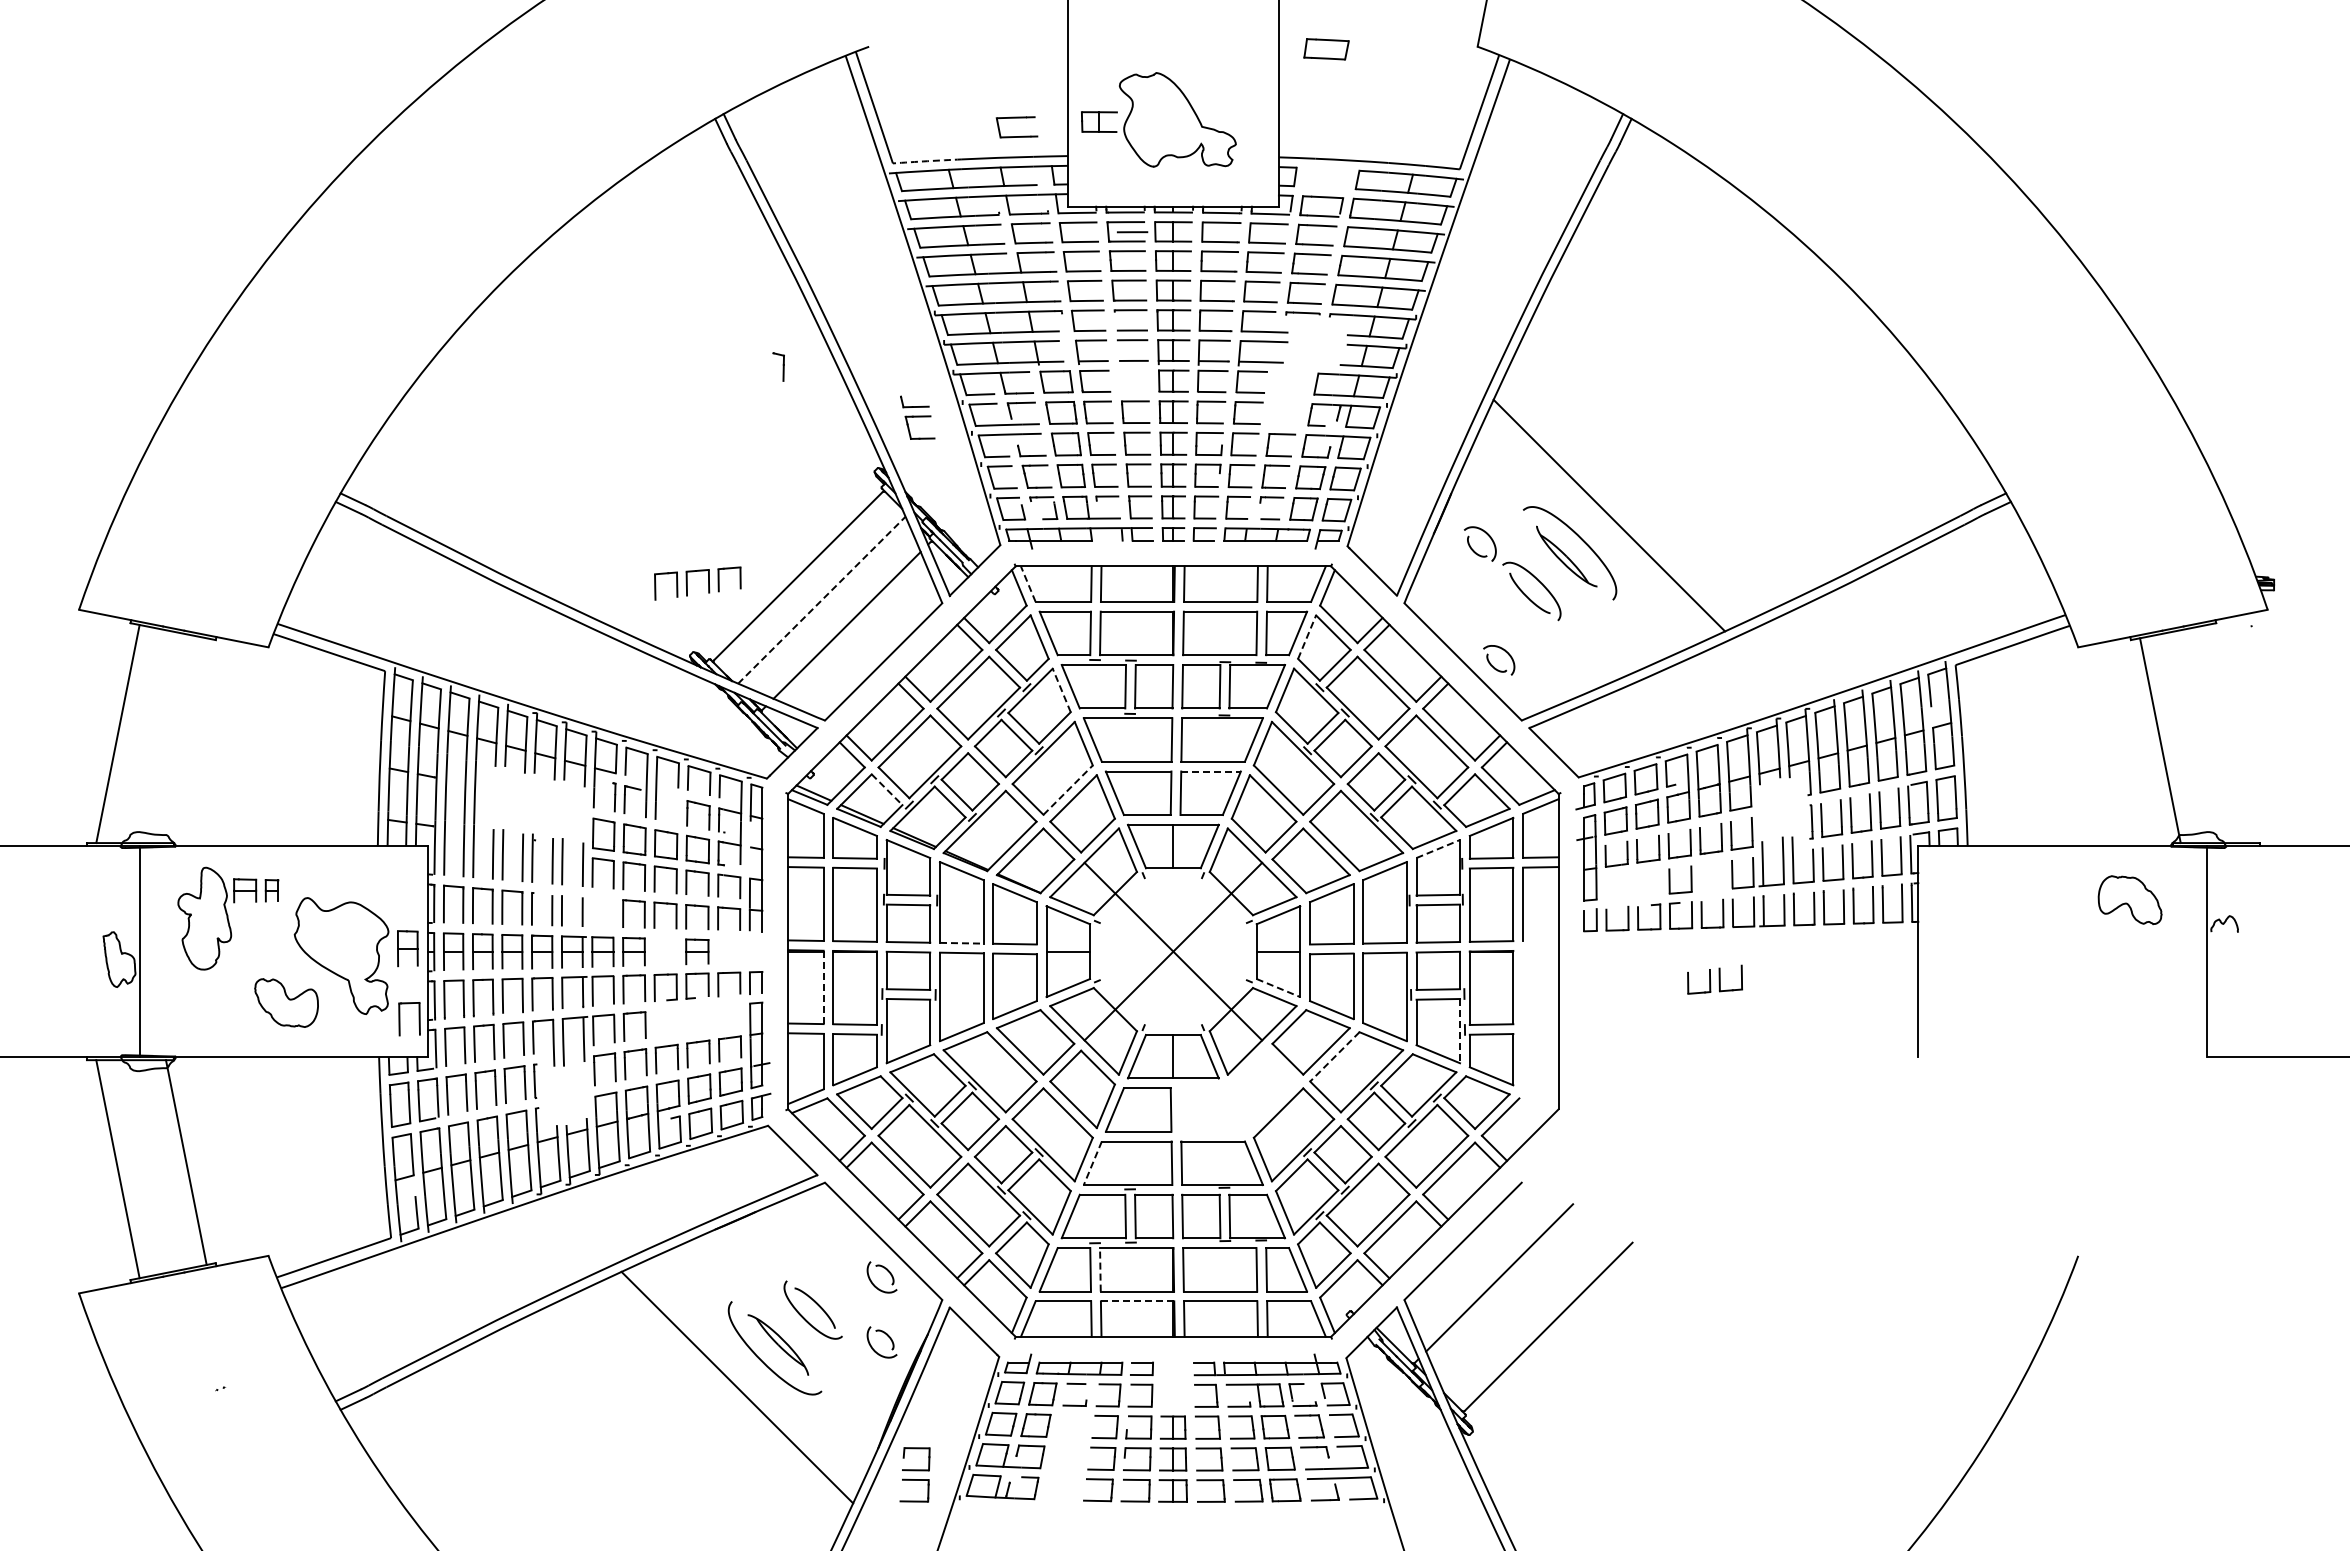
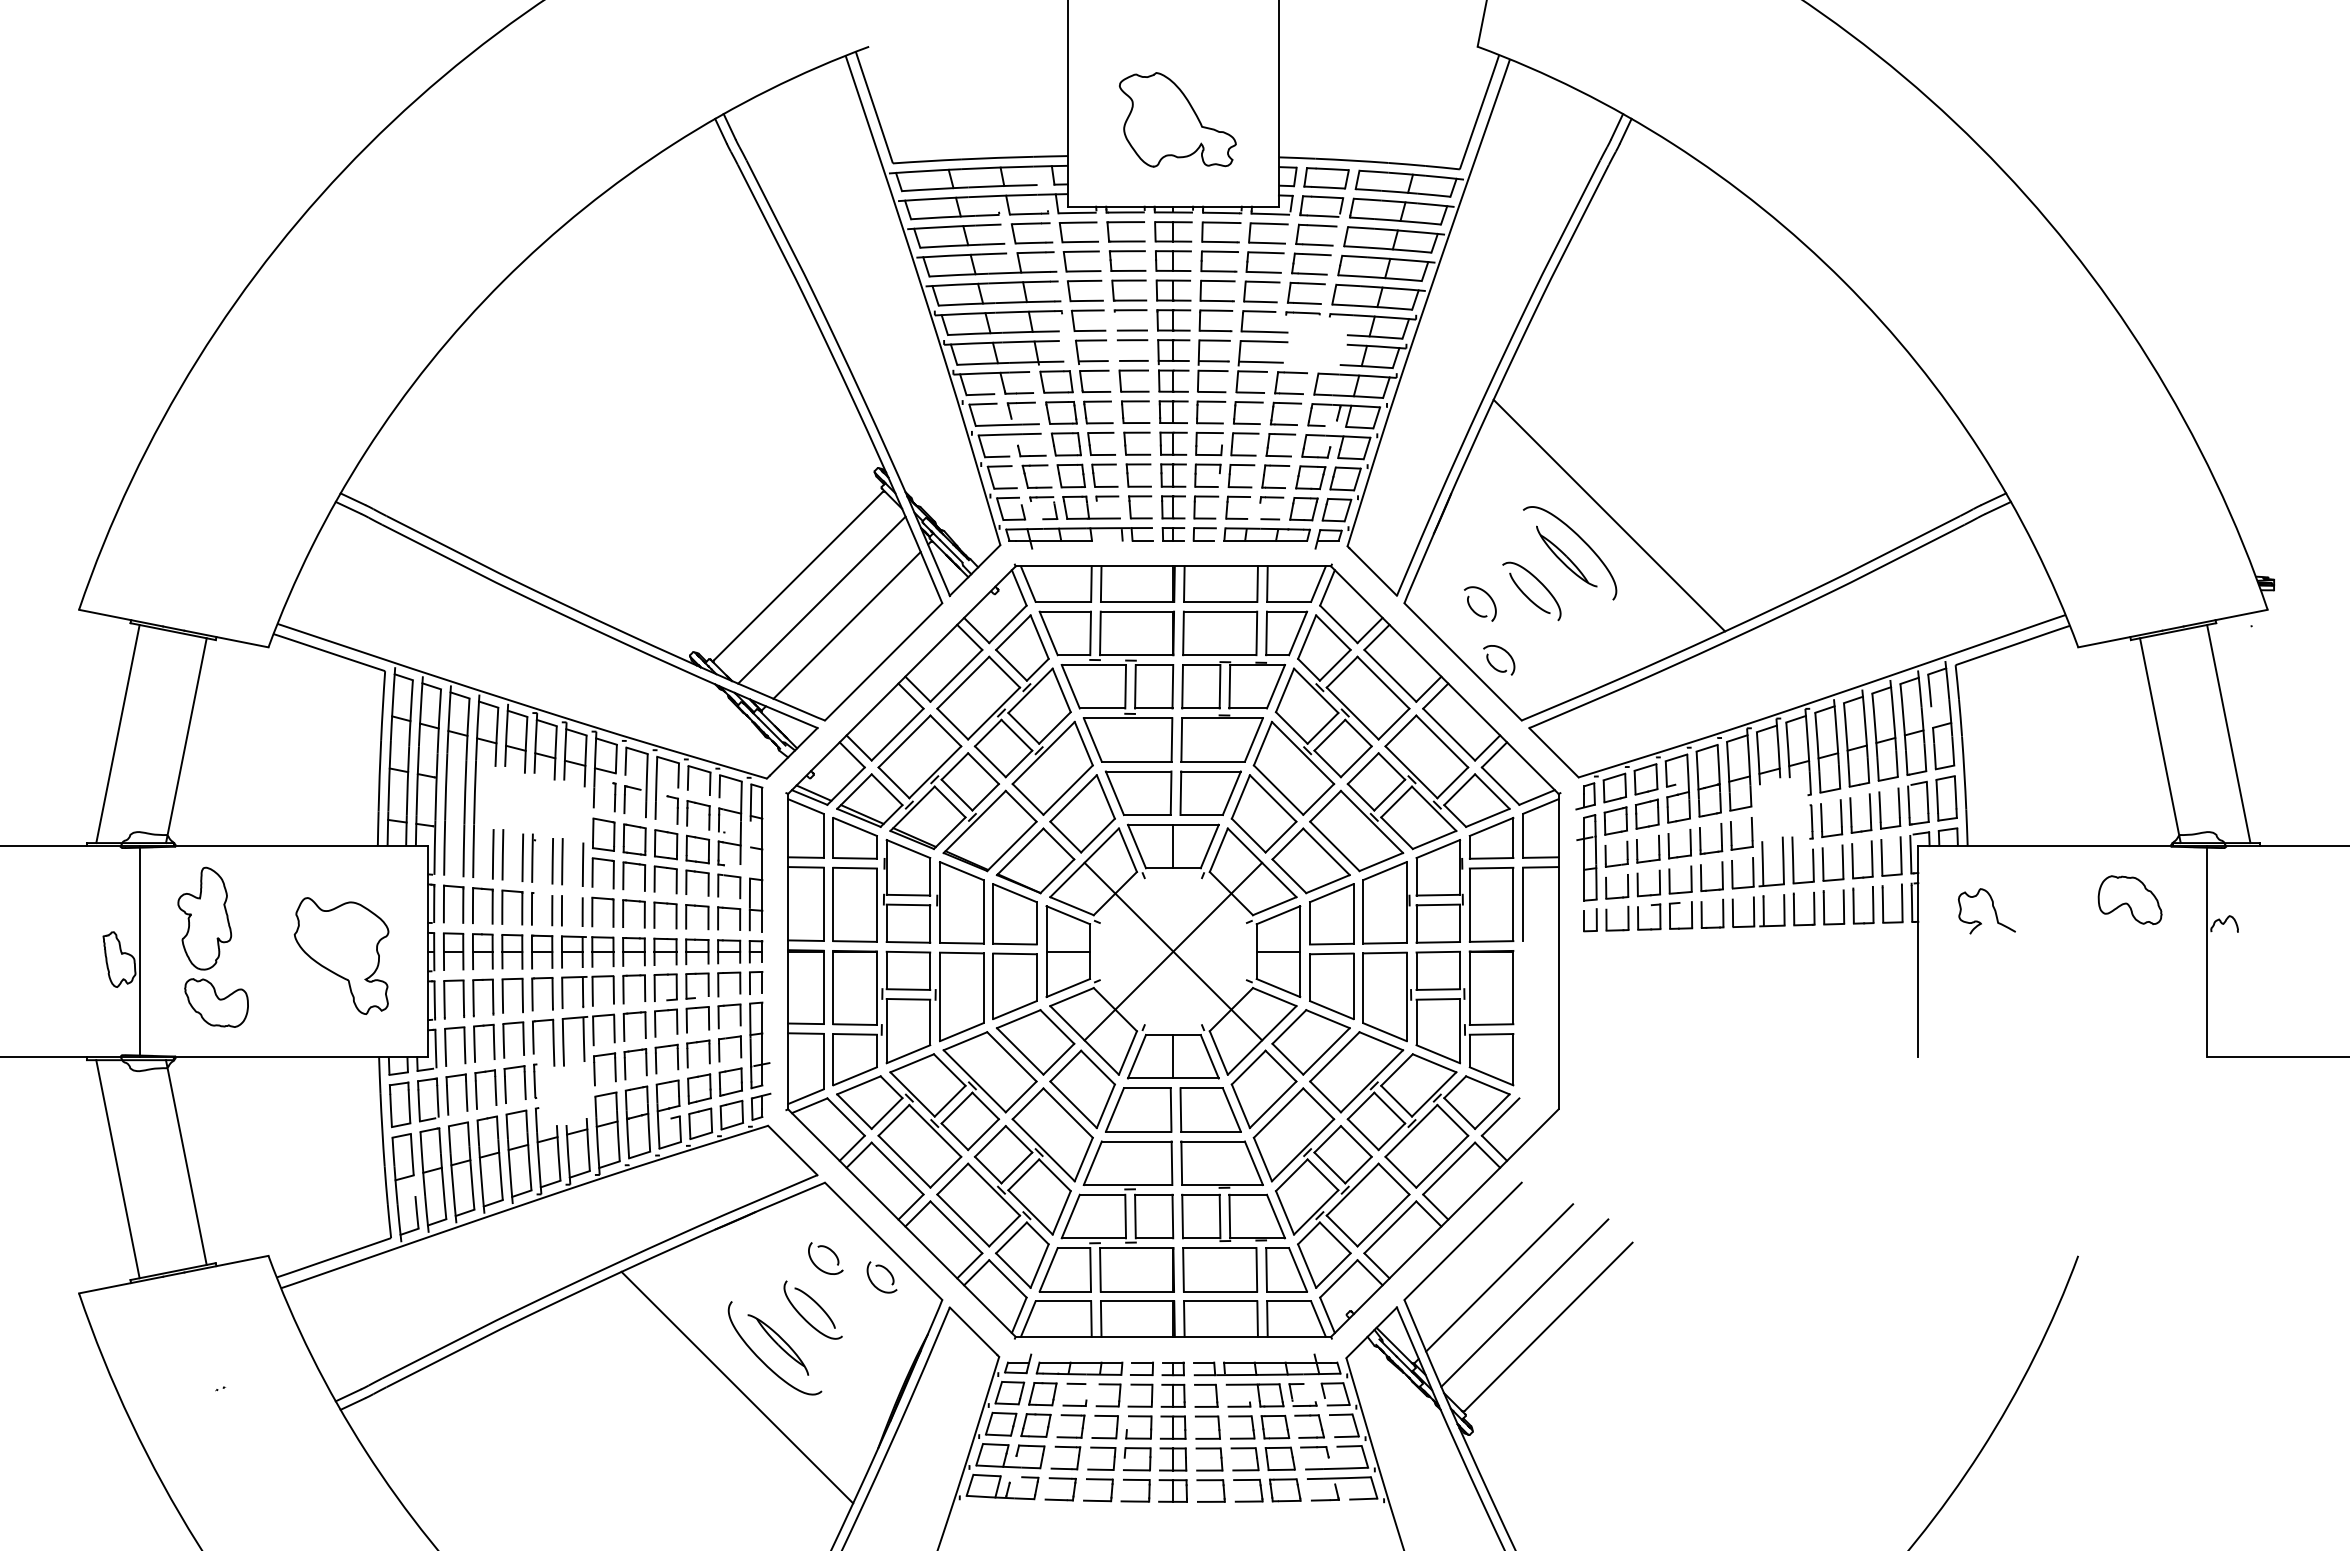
part at (1326, 49) position: (1326, 49) -> (1326, 178)
part at (1016, 118): present -> none
part at (1099, 121): present -> none
arc at (927, 161): dashed -> solid
line at (1132, 232): present -> none
part at (778, 366) position: (778, 366) -> (672, 809)
part at (1133, 371): none -> present
part at (1288, 398): none -> present
part at (917, 417): present -> none
part at (1473, 549) position: (1473, 549) -> (1473, 609)
part at (687, 583) position: (687, 583) -> (687, 1020)
line at (1028, 583): dashed -> solid
line at (822, 599): dashed -> solid
line at (1307, 637): dashed -> solid
line at (1061, 690): dashed -> solid
line at (2228, 734): none -> present
line at (186, 740): none -> present
line at (1211, 771): dashed -> solid
line at (887, 789): dashed -> solid
line at (1068, 790): dashed -> solid
line at (1438, 849): dashed -> solid
part at (1702, 877): none -> present
part at (256, 890) position: (256, 890) -> (740, 951)
curve at (1992, 907): none -> present
part at (593, 911): none -> present
line at (961, 943): dashed -> solid
part at (407, 948): present -> none
part at (665, 951): none -> present
part at (1714, 979) position: (1714, 979) -> (1632, 884)
line at (823, 987): dashed -> solid
line at (1278, 988): dashed -> solid
part at (286, 1002) position: (286, 1002) -> (216, 1002)
part at (400, 1019): present -> none
line at (1460, 1031): dashed -> solid
line at (1334, 1056): dashed -> solid
part at (1238, 1090): none -> present
line at (1092, 1163): dashed -> solid
part at (829, 1250): none -> present
line at (1100, 1269): dashed -> solid
line at (1137, 1301): dashed -> solid
line at (1524, 1302): none -> present
part at (887, 1336): present -> none
part at (1172, 1384): none -> present
part at (1064, 1447): none -> present
part at (914, 1474): present -> none
